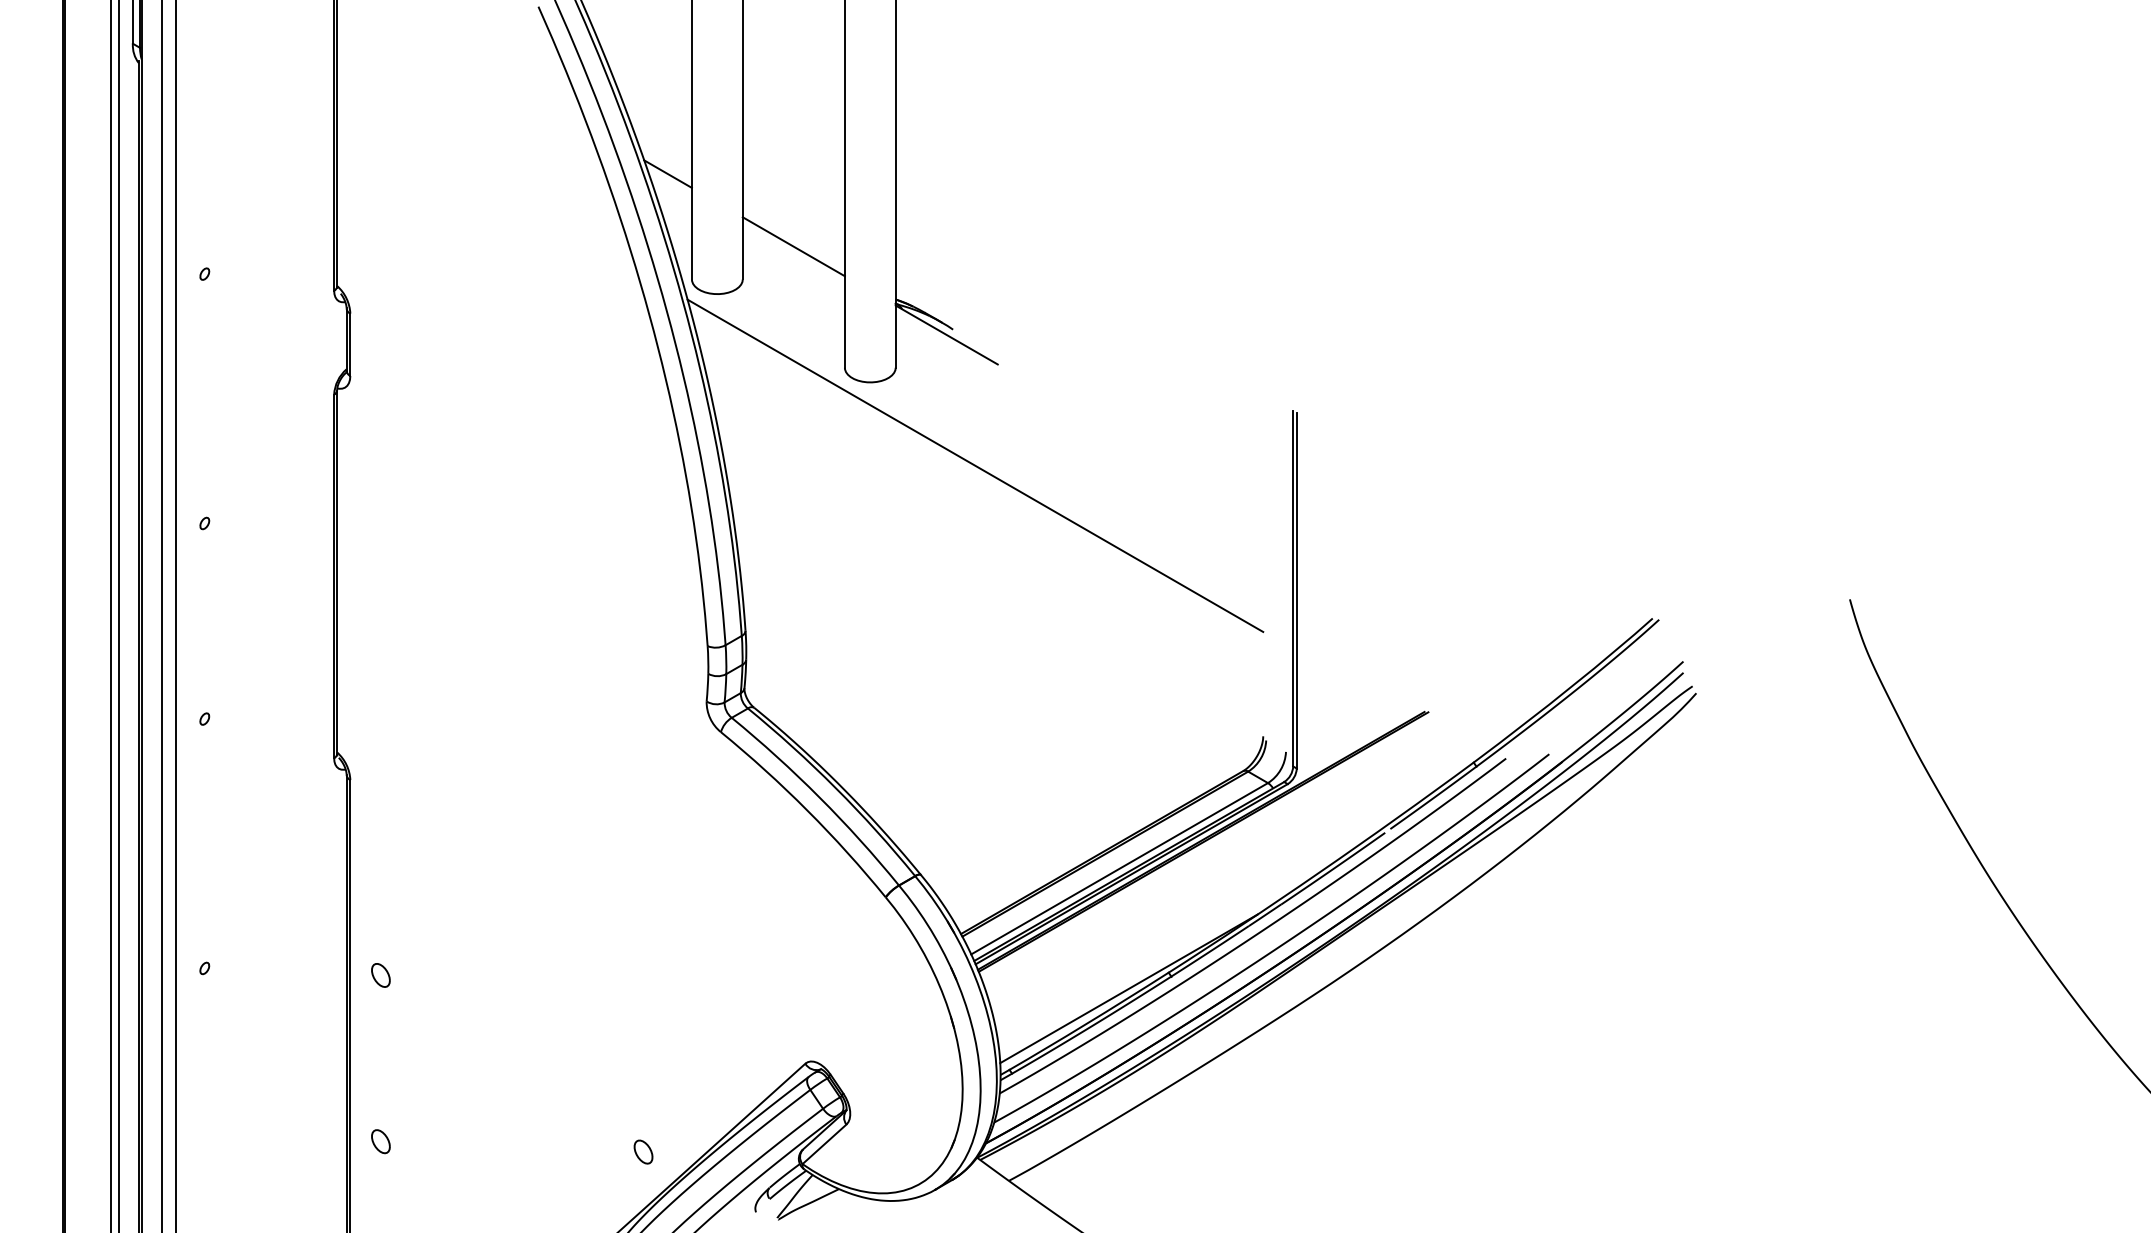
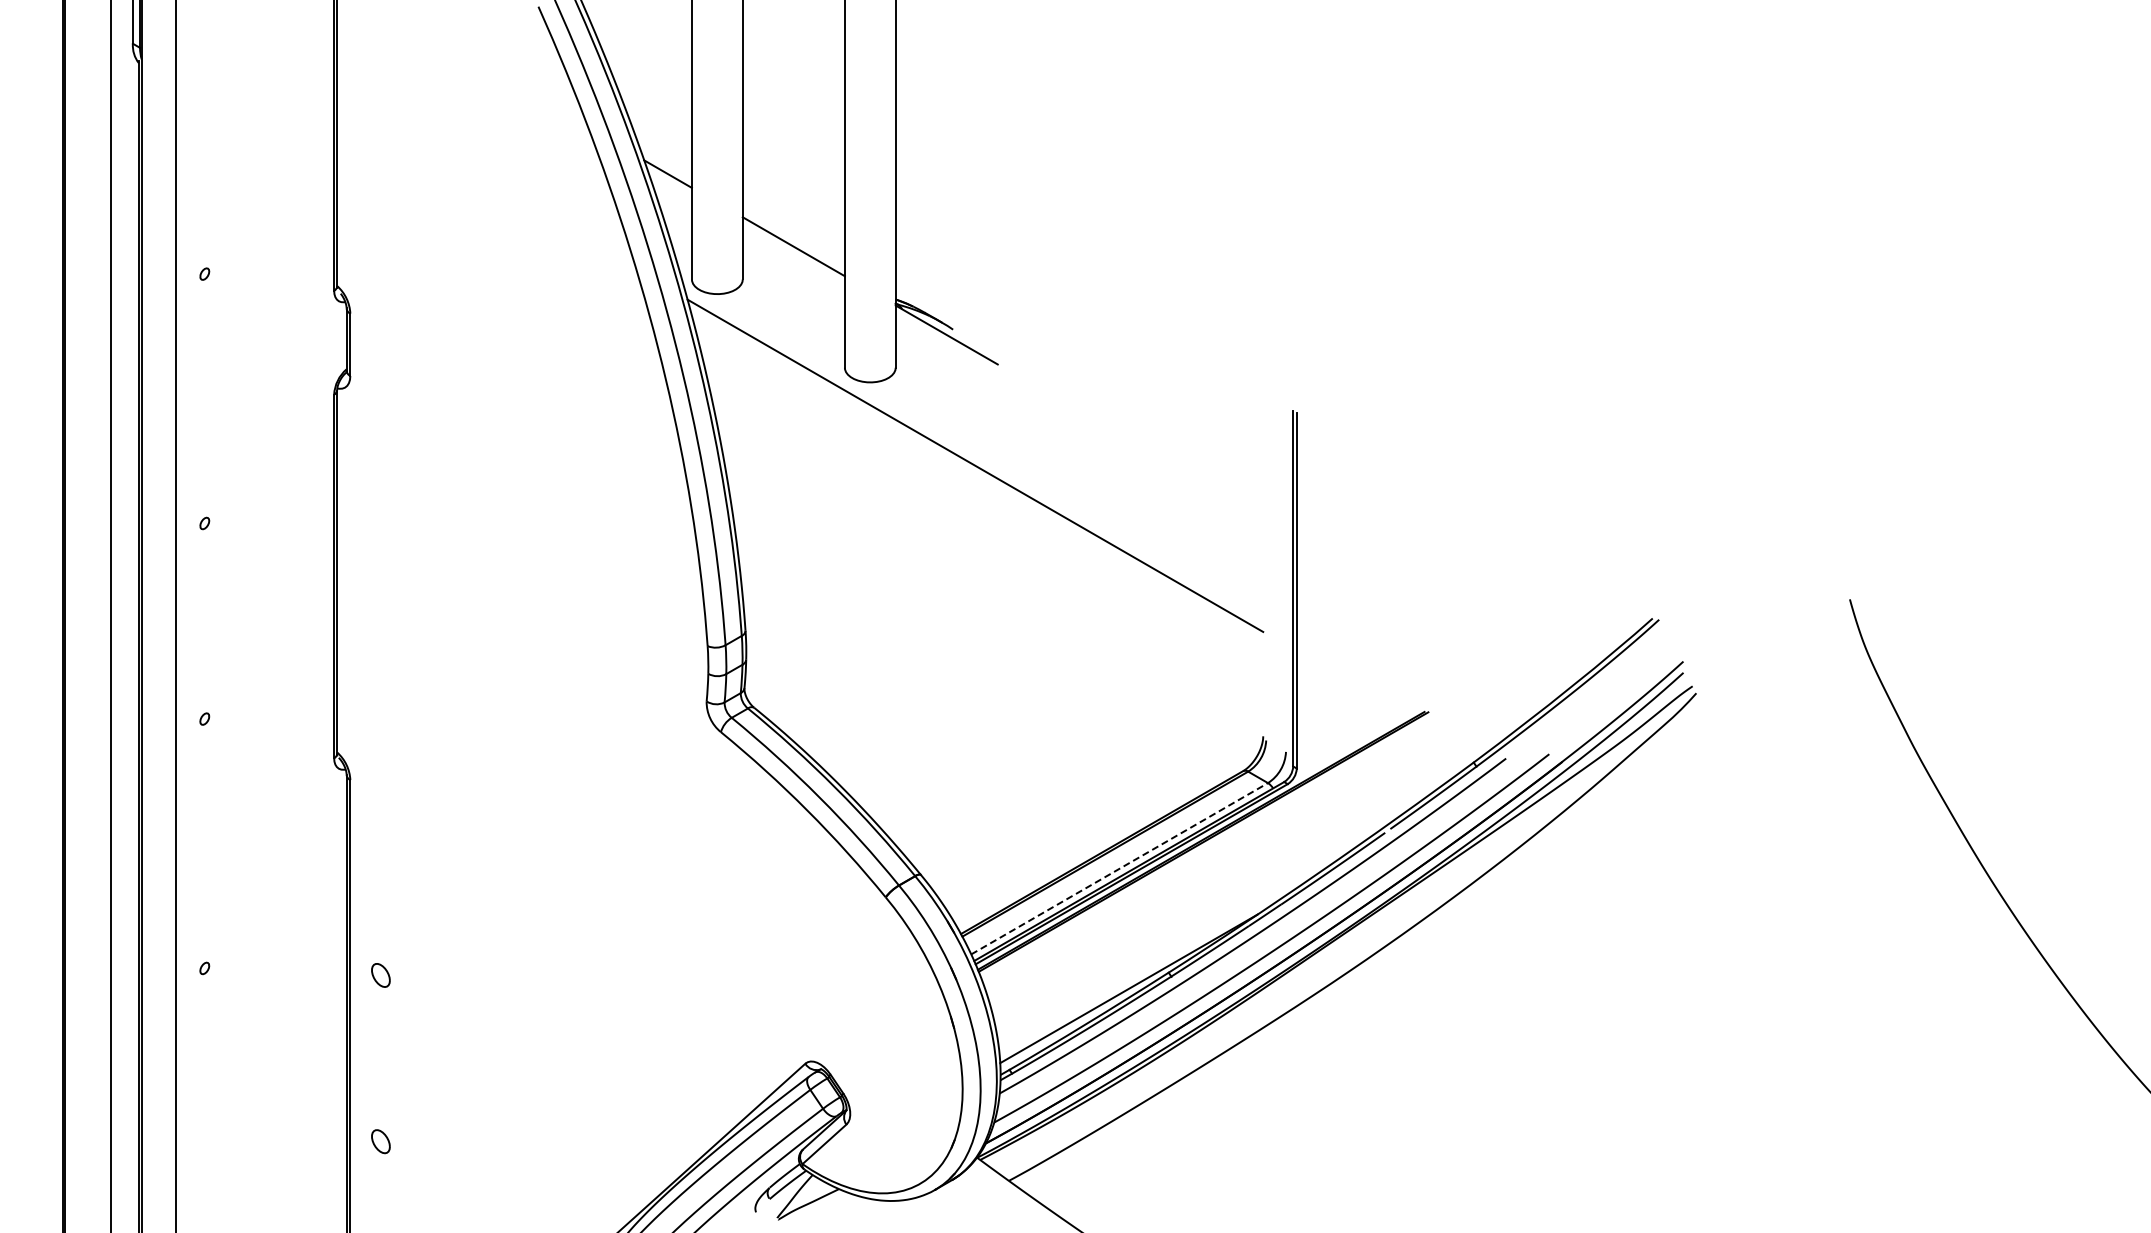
line at (118, 615): present -> none
line at (161, 615): present -> none
line at (1120, 868): solid -> dashed
part at (643, 1151): present -> none
